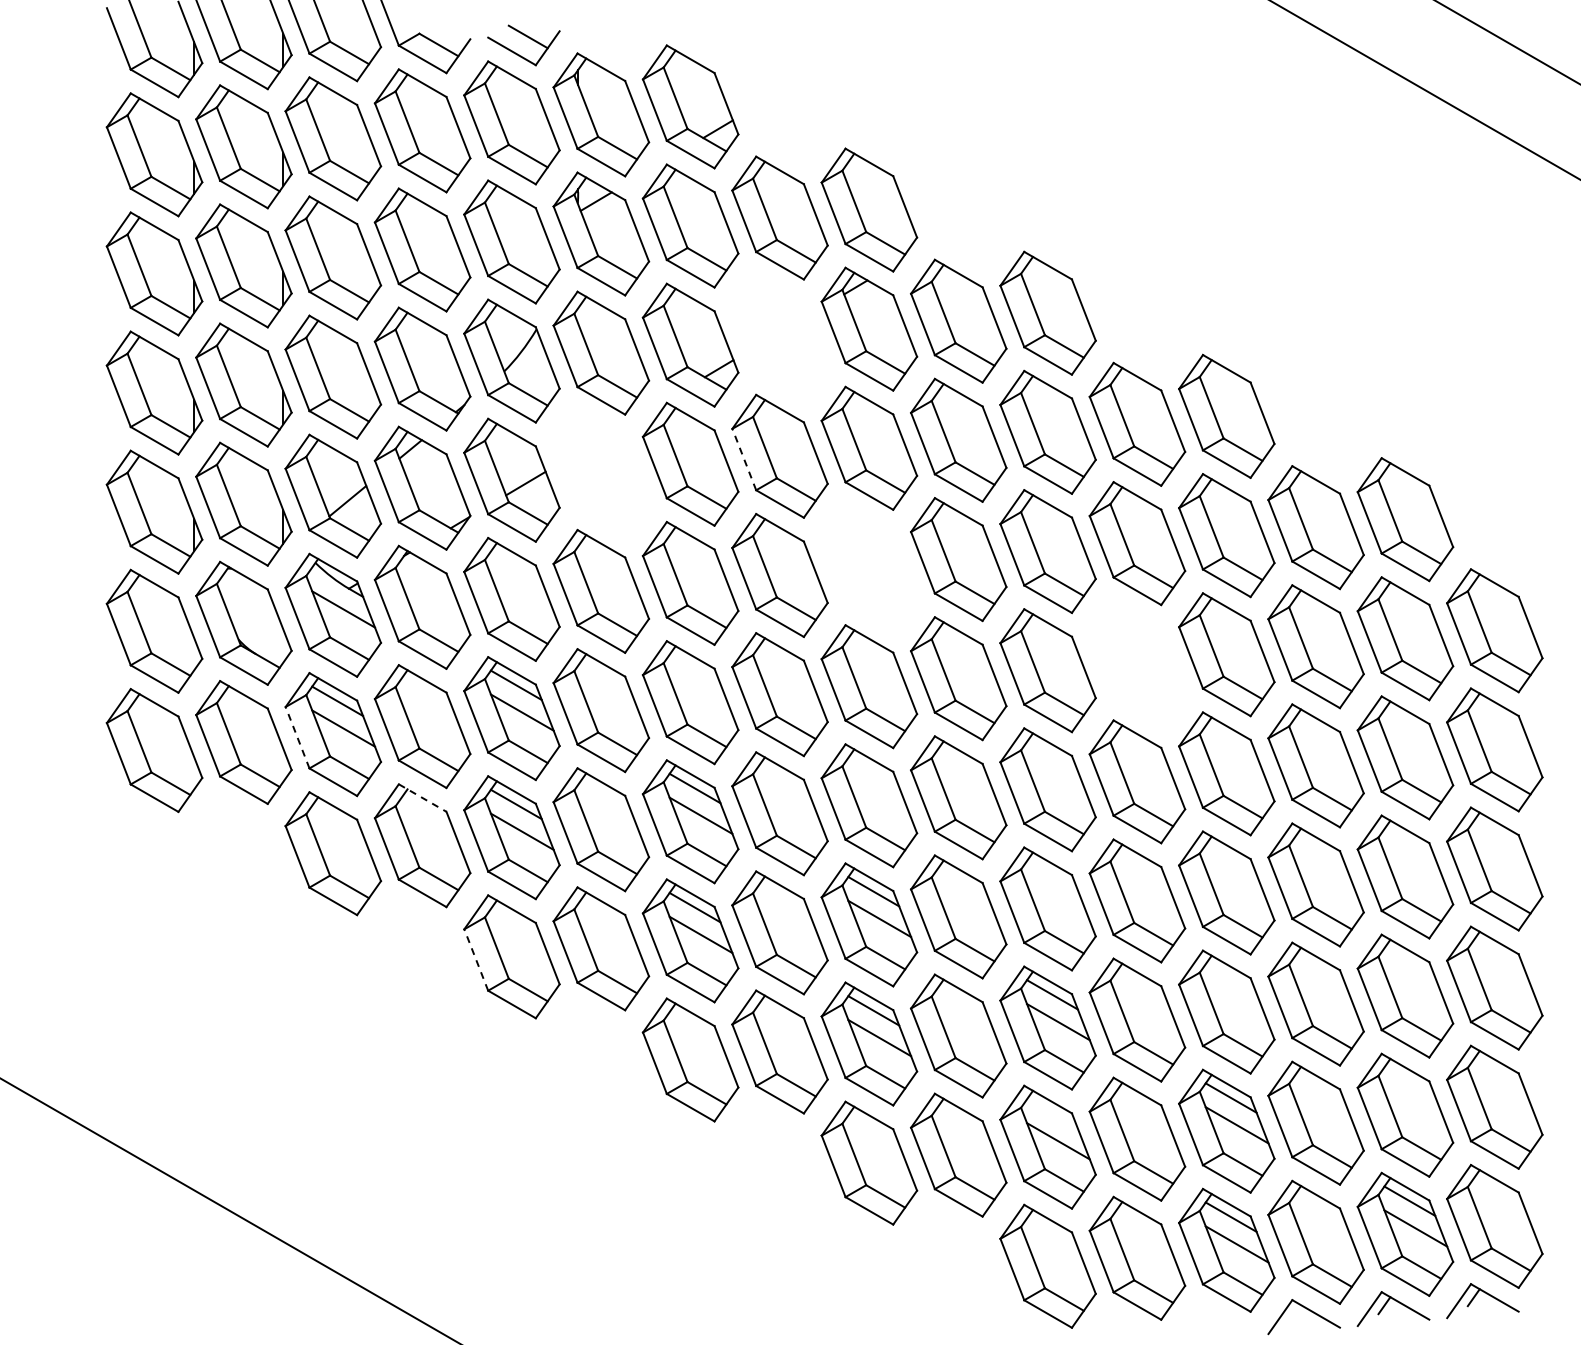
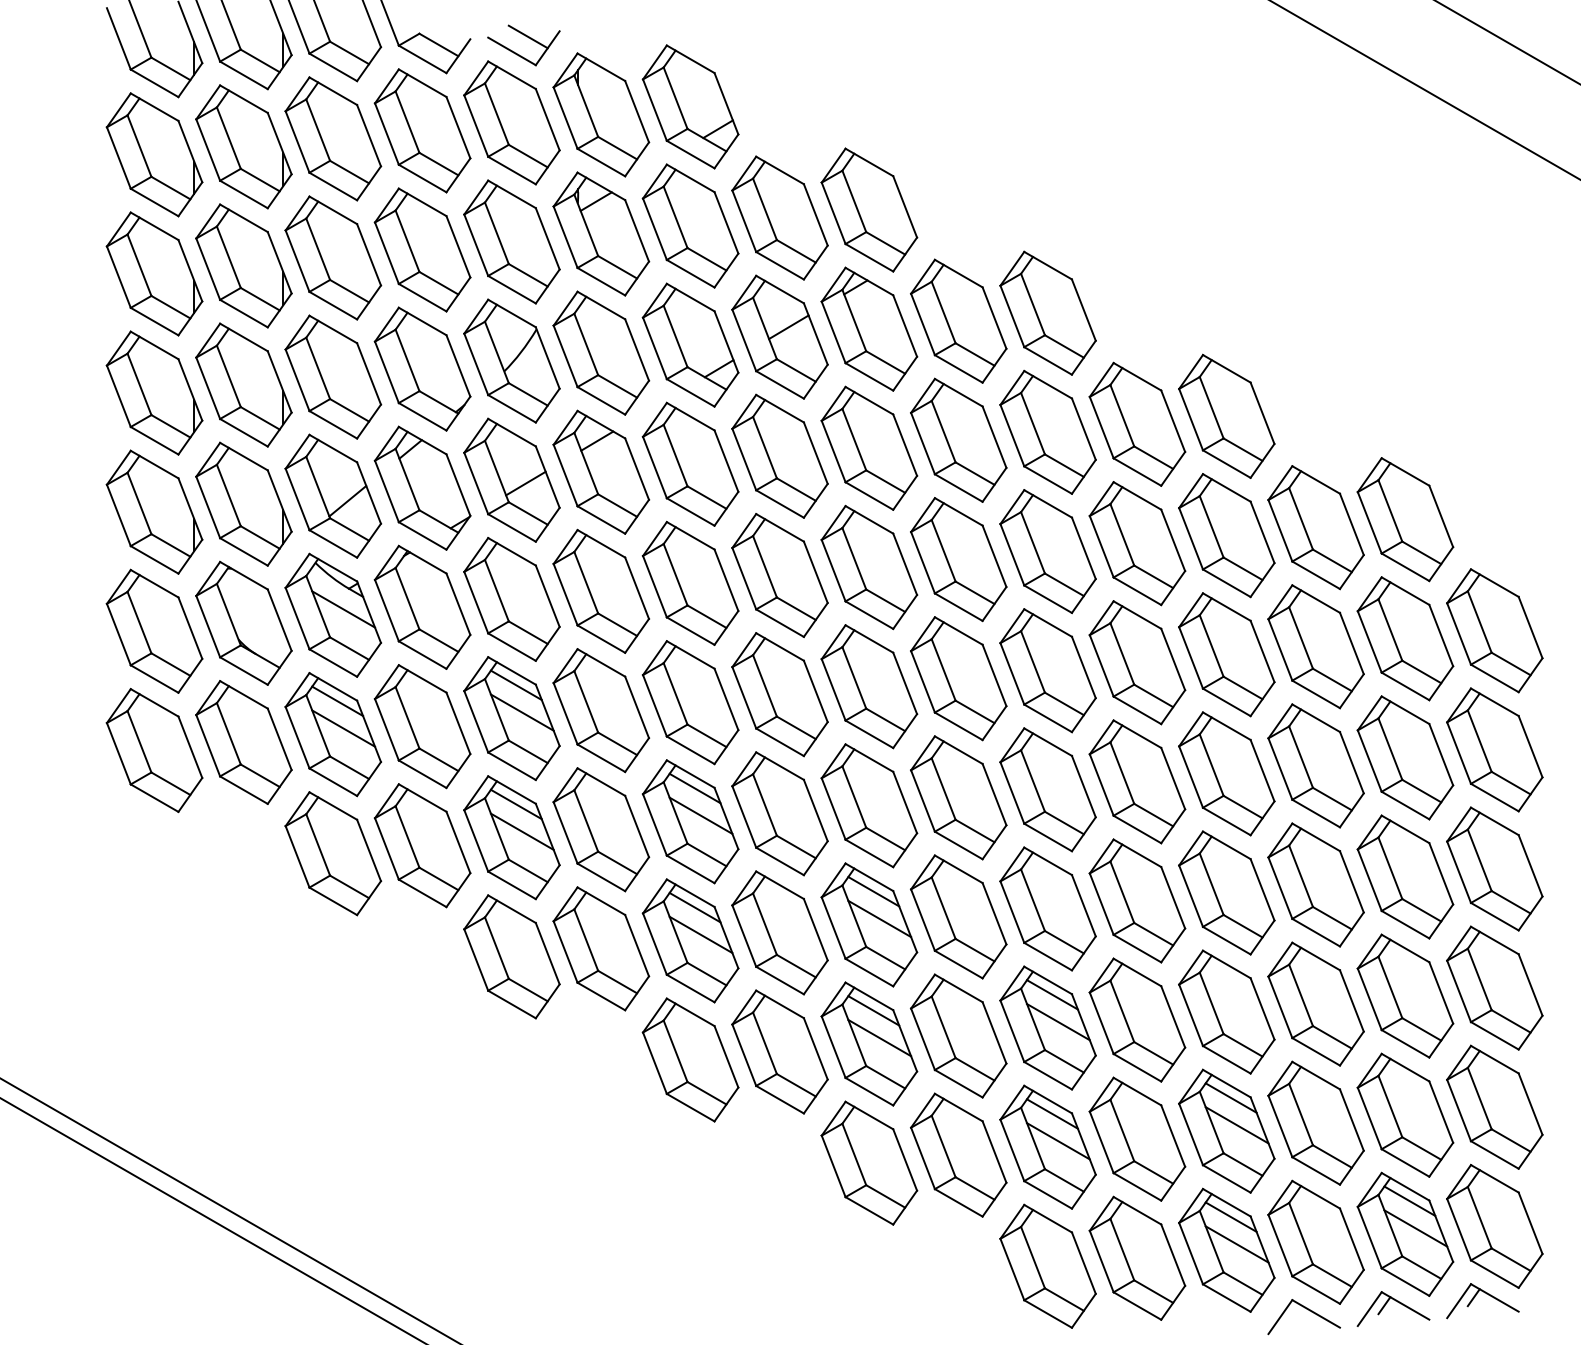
part at (779, 336): none -> present
line at (744, 459): dashed -> solid
part at (601, 471): none -> present
part at (869, 567): none -> present
part at (1137, 662): none -> present
line at (297, 737): dashed -> solid
line at (423, 798): dashed -> solid
line at (476, 960): dashed -> solid
line at (1052, 1113): none -> present
line at (212, 1220): none -> present
